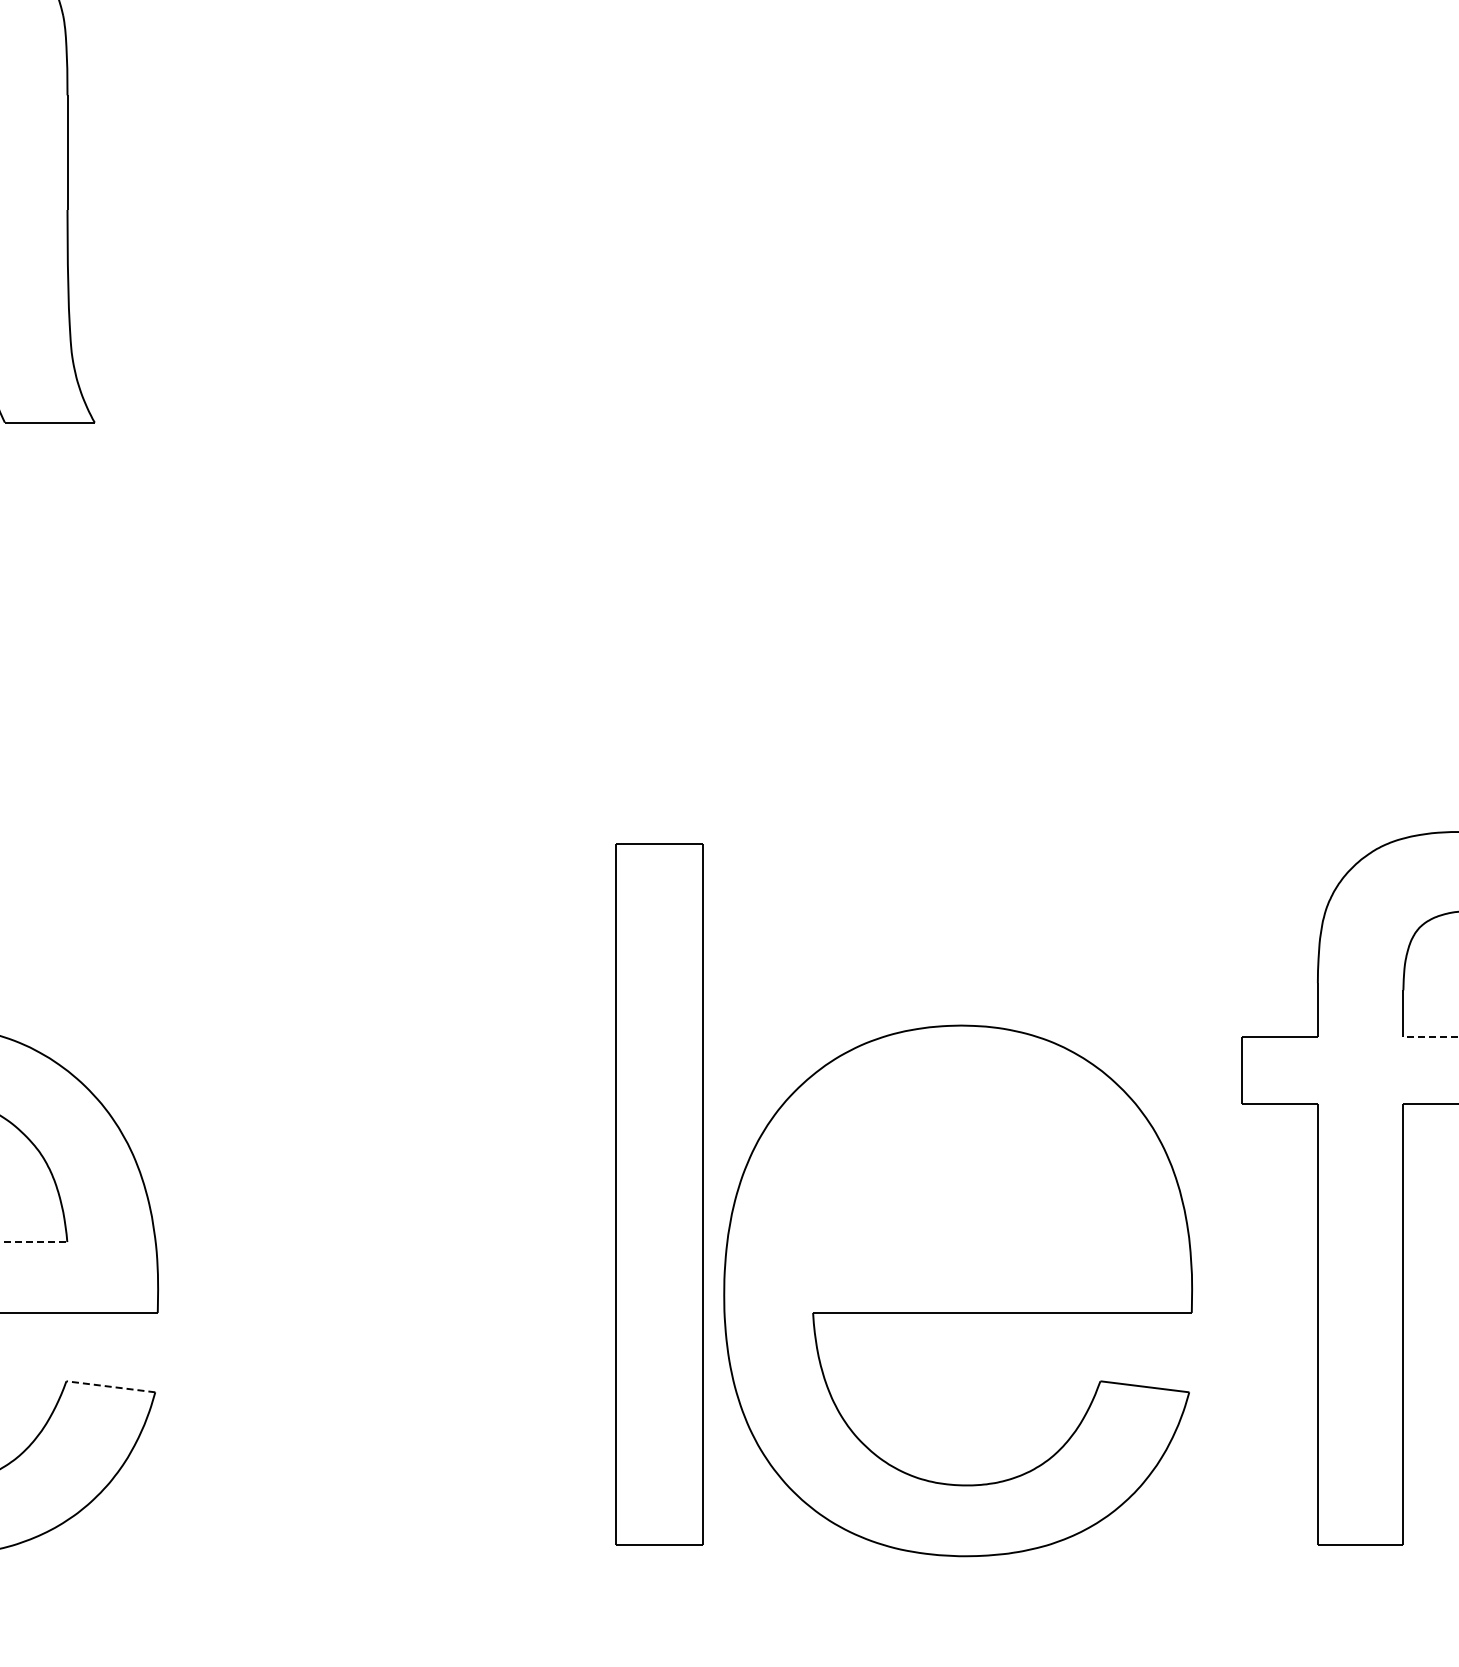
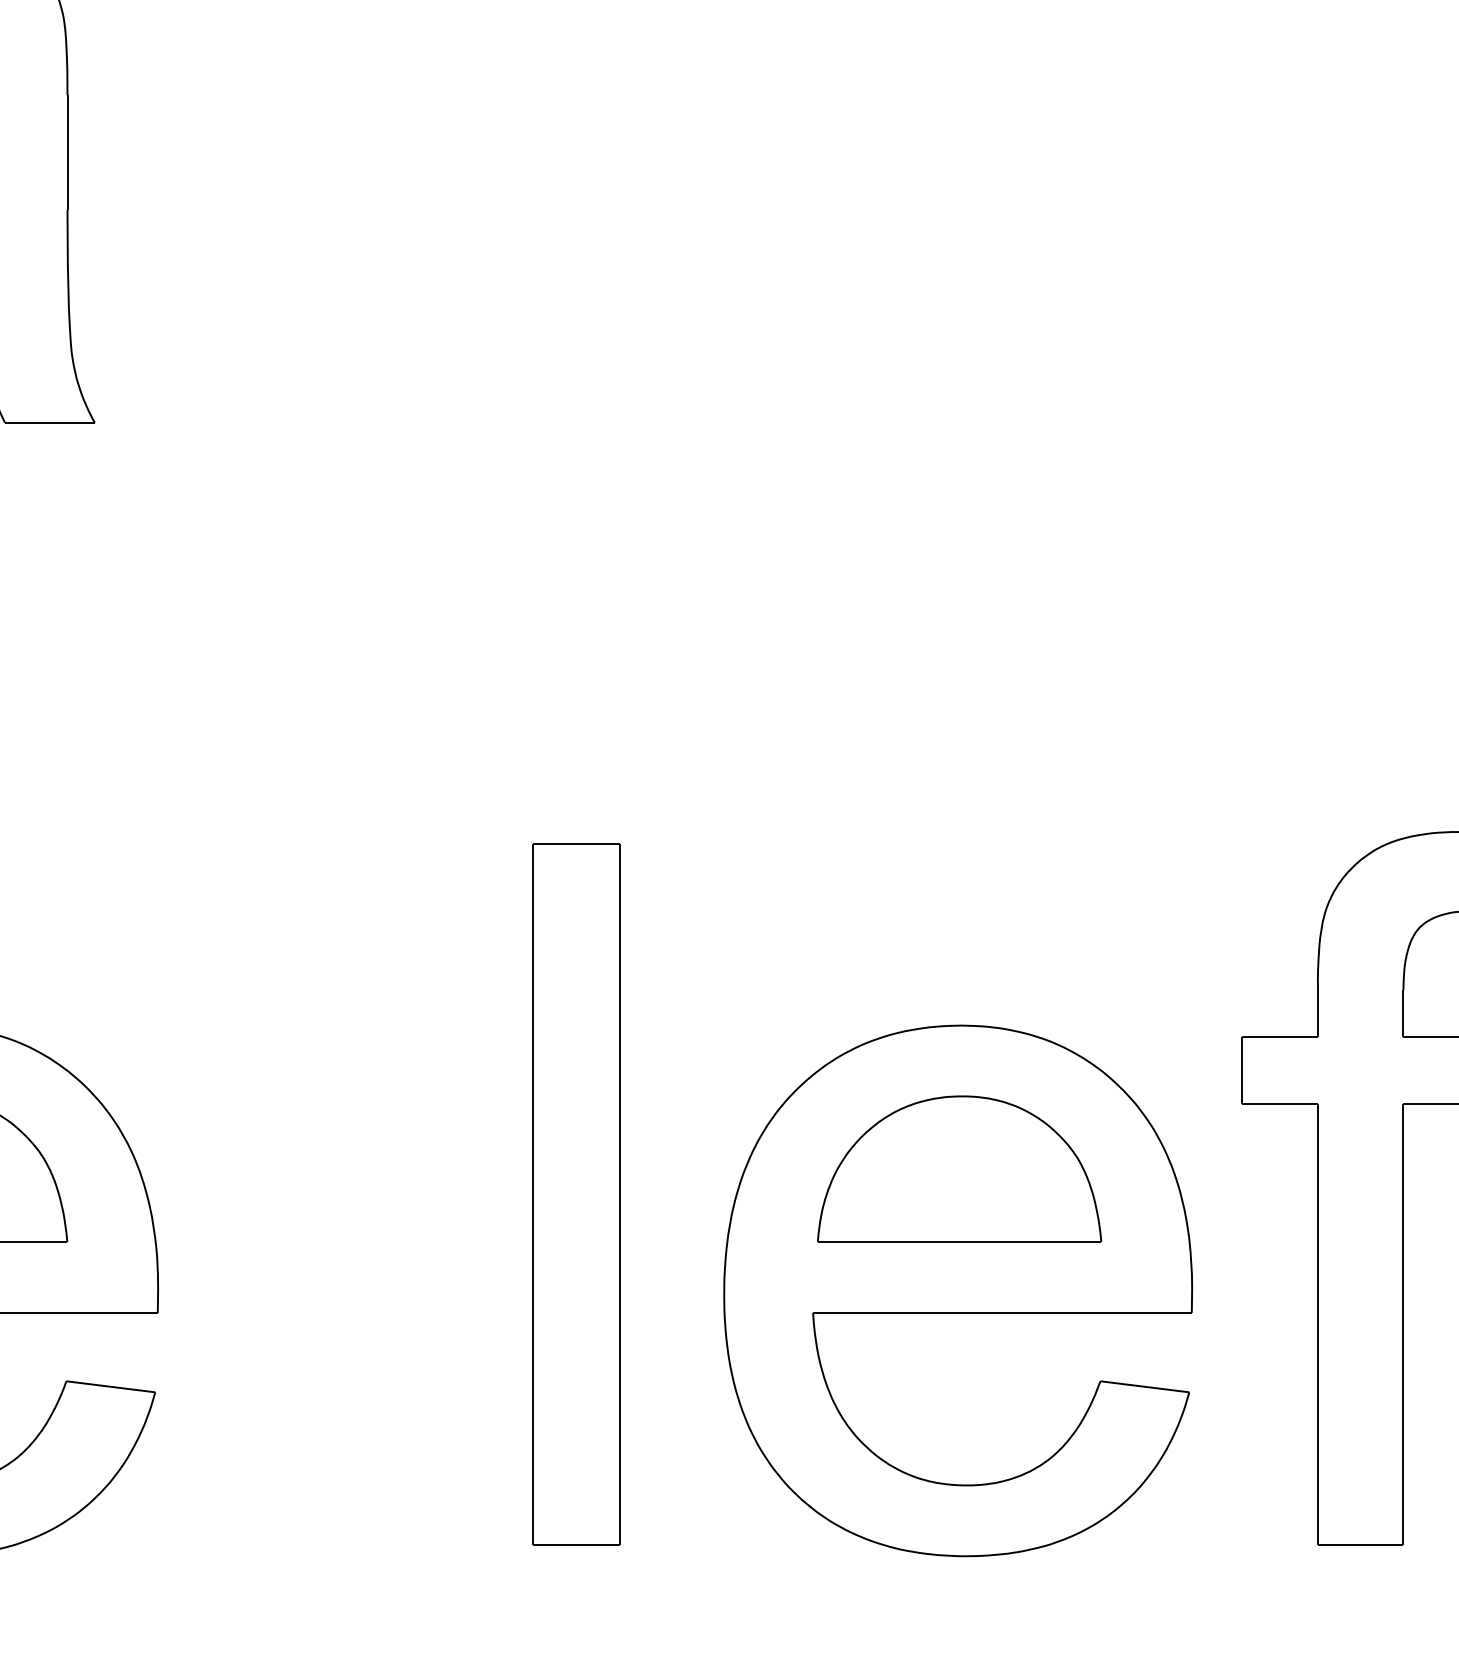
line at (1431, 1037): dashed -> solid
part at (959, 1168): none -> present
part at (659, 1194) position: (659, 1194) -> (576, 1194)
line at (34, 1242): dashed -> solid
line at (110, 1386): dashed -> solid
